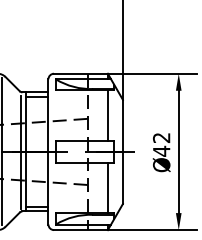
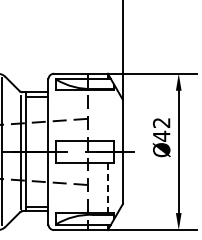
line at (107, 115): present -> none
text at (161, 152) position: (161, 152) -> (161, 137)
line at (107, 188): solid -> dashed
